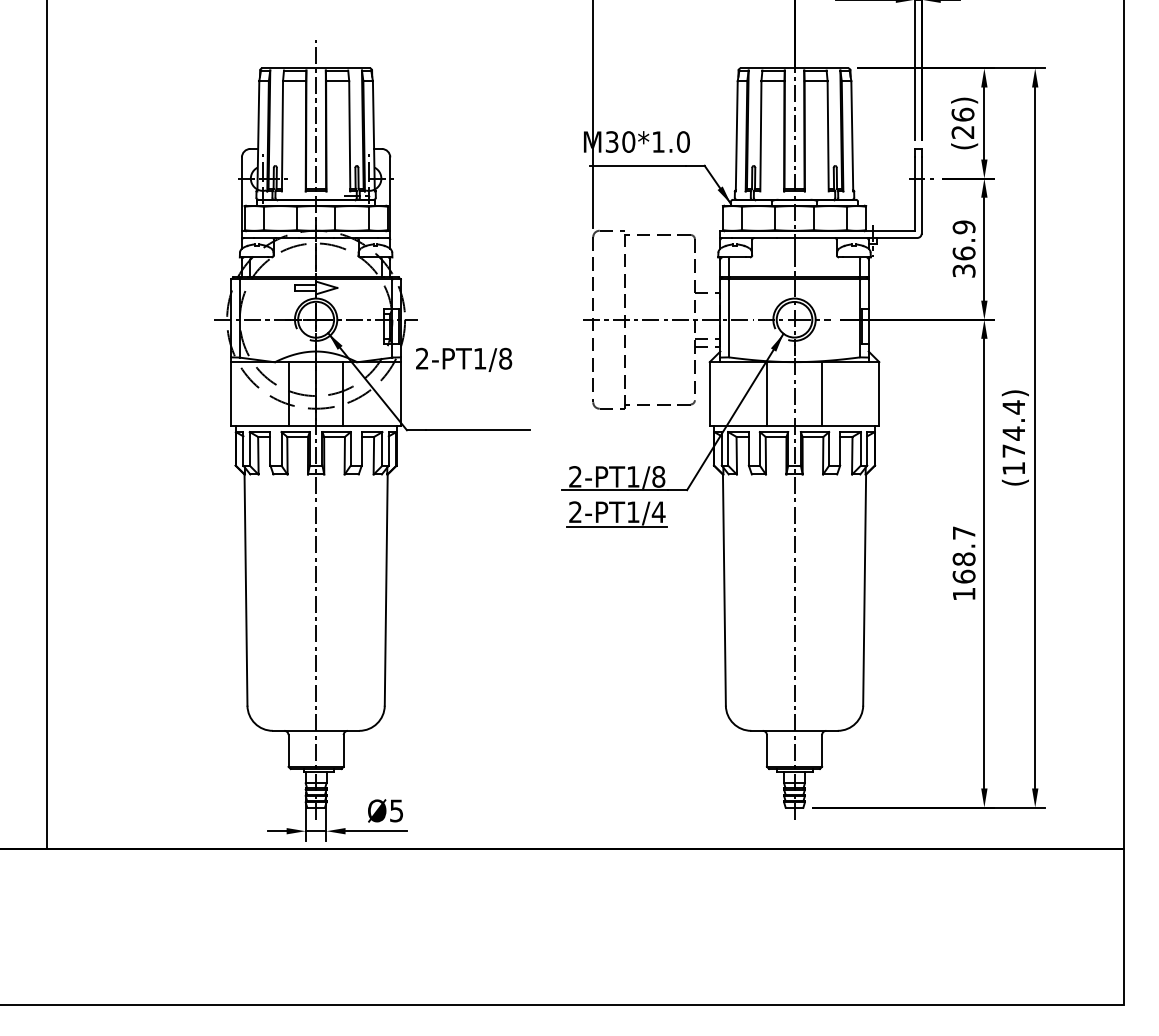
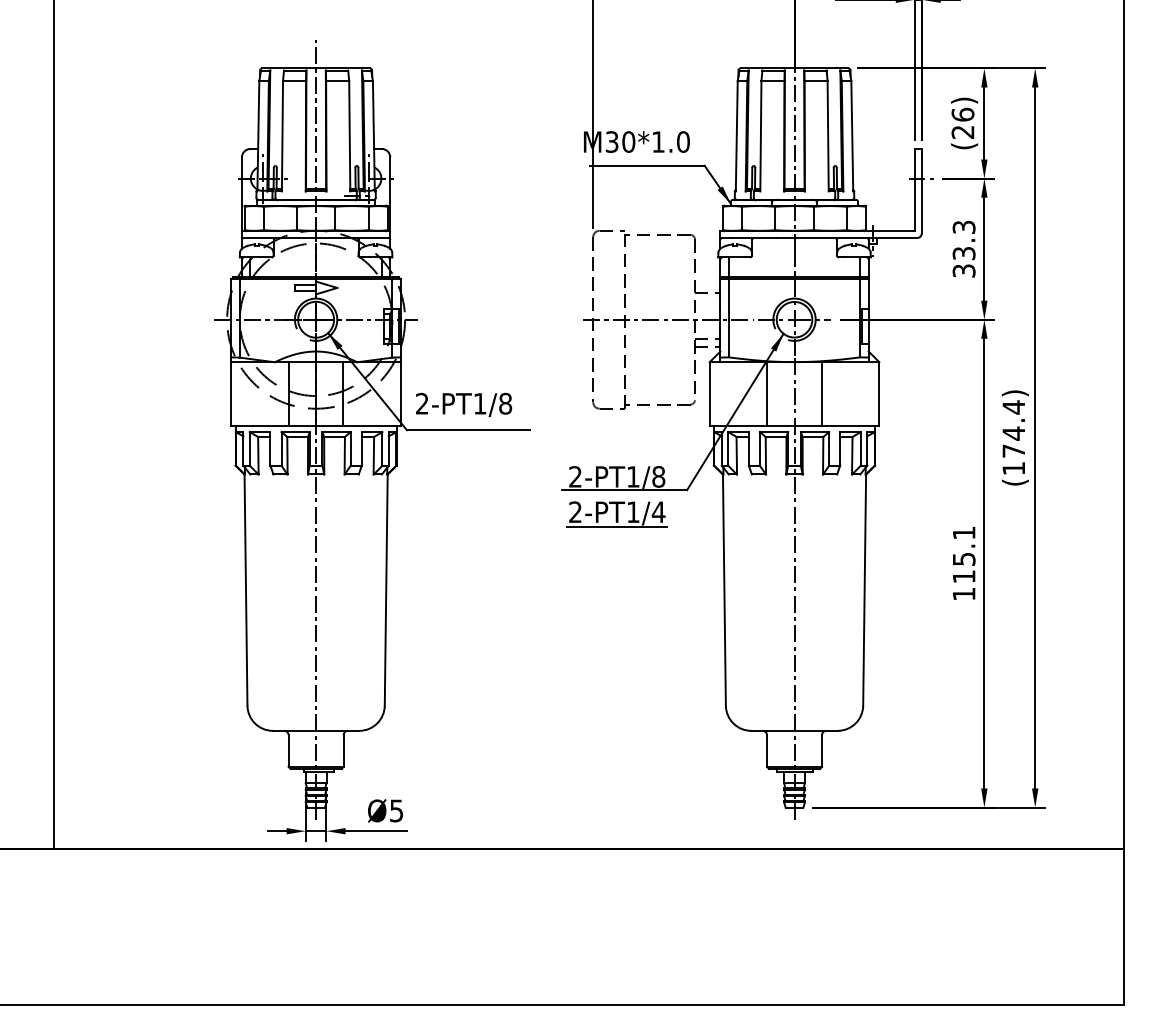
text at (963, 240): 36.9 -> 33.3
text at (464, 359) position: (464, 359) -> (464, 404)
line at (47, 425) position: (47, 425) -> (54, 425)
text at (963, 554): 168.7 -> 115.1
